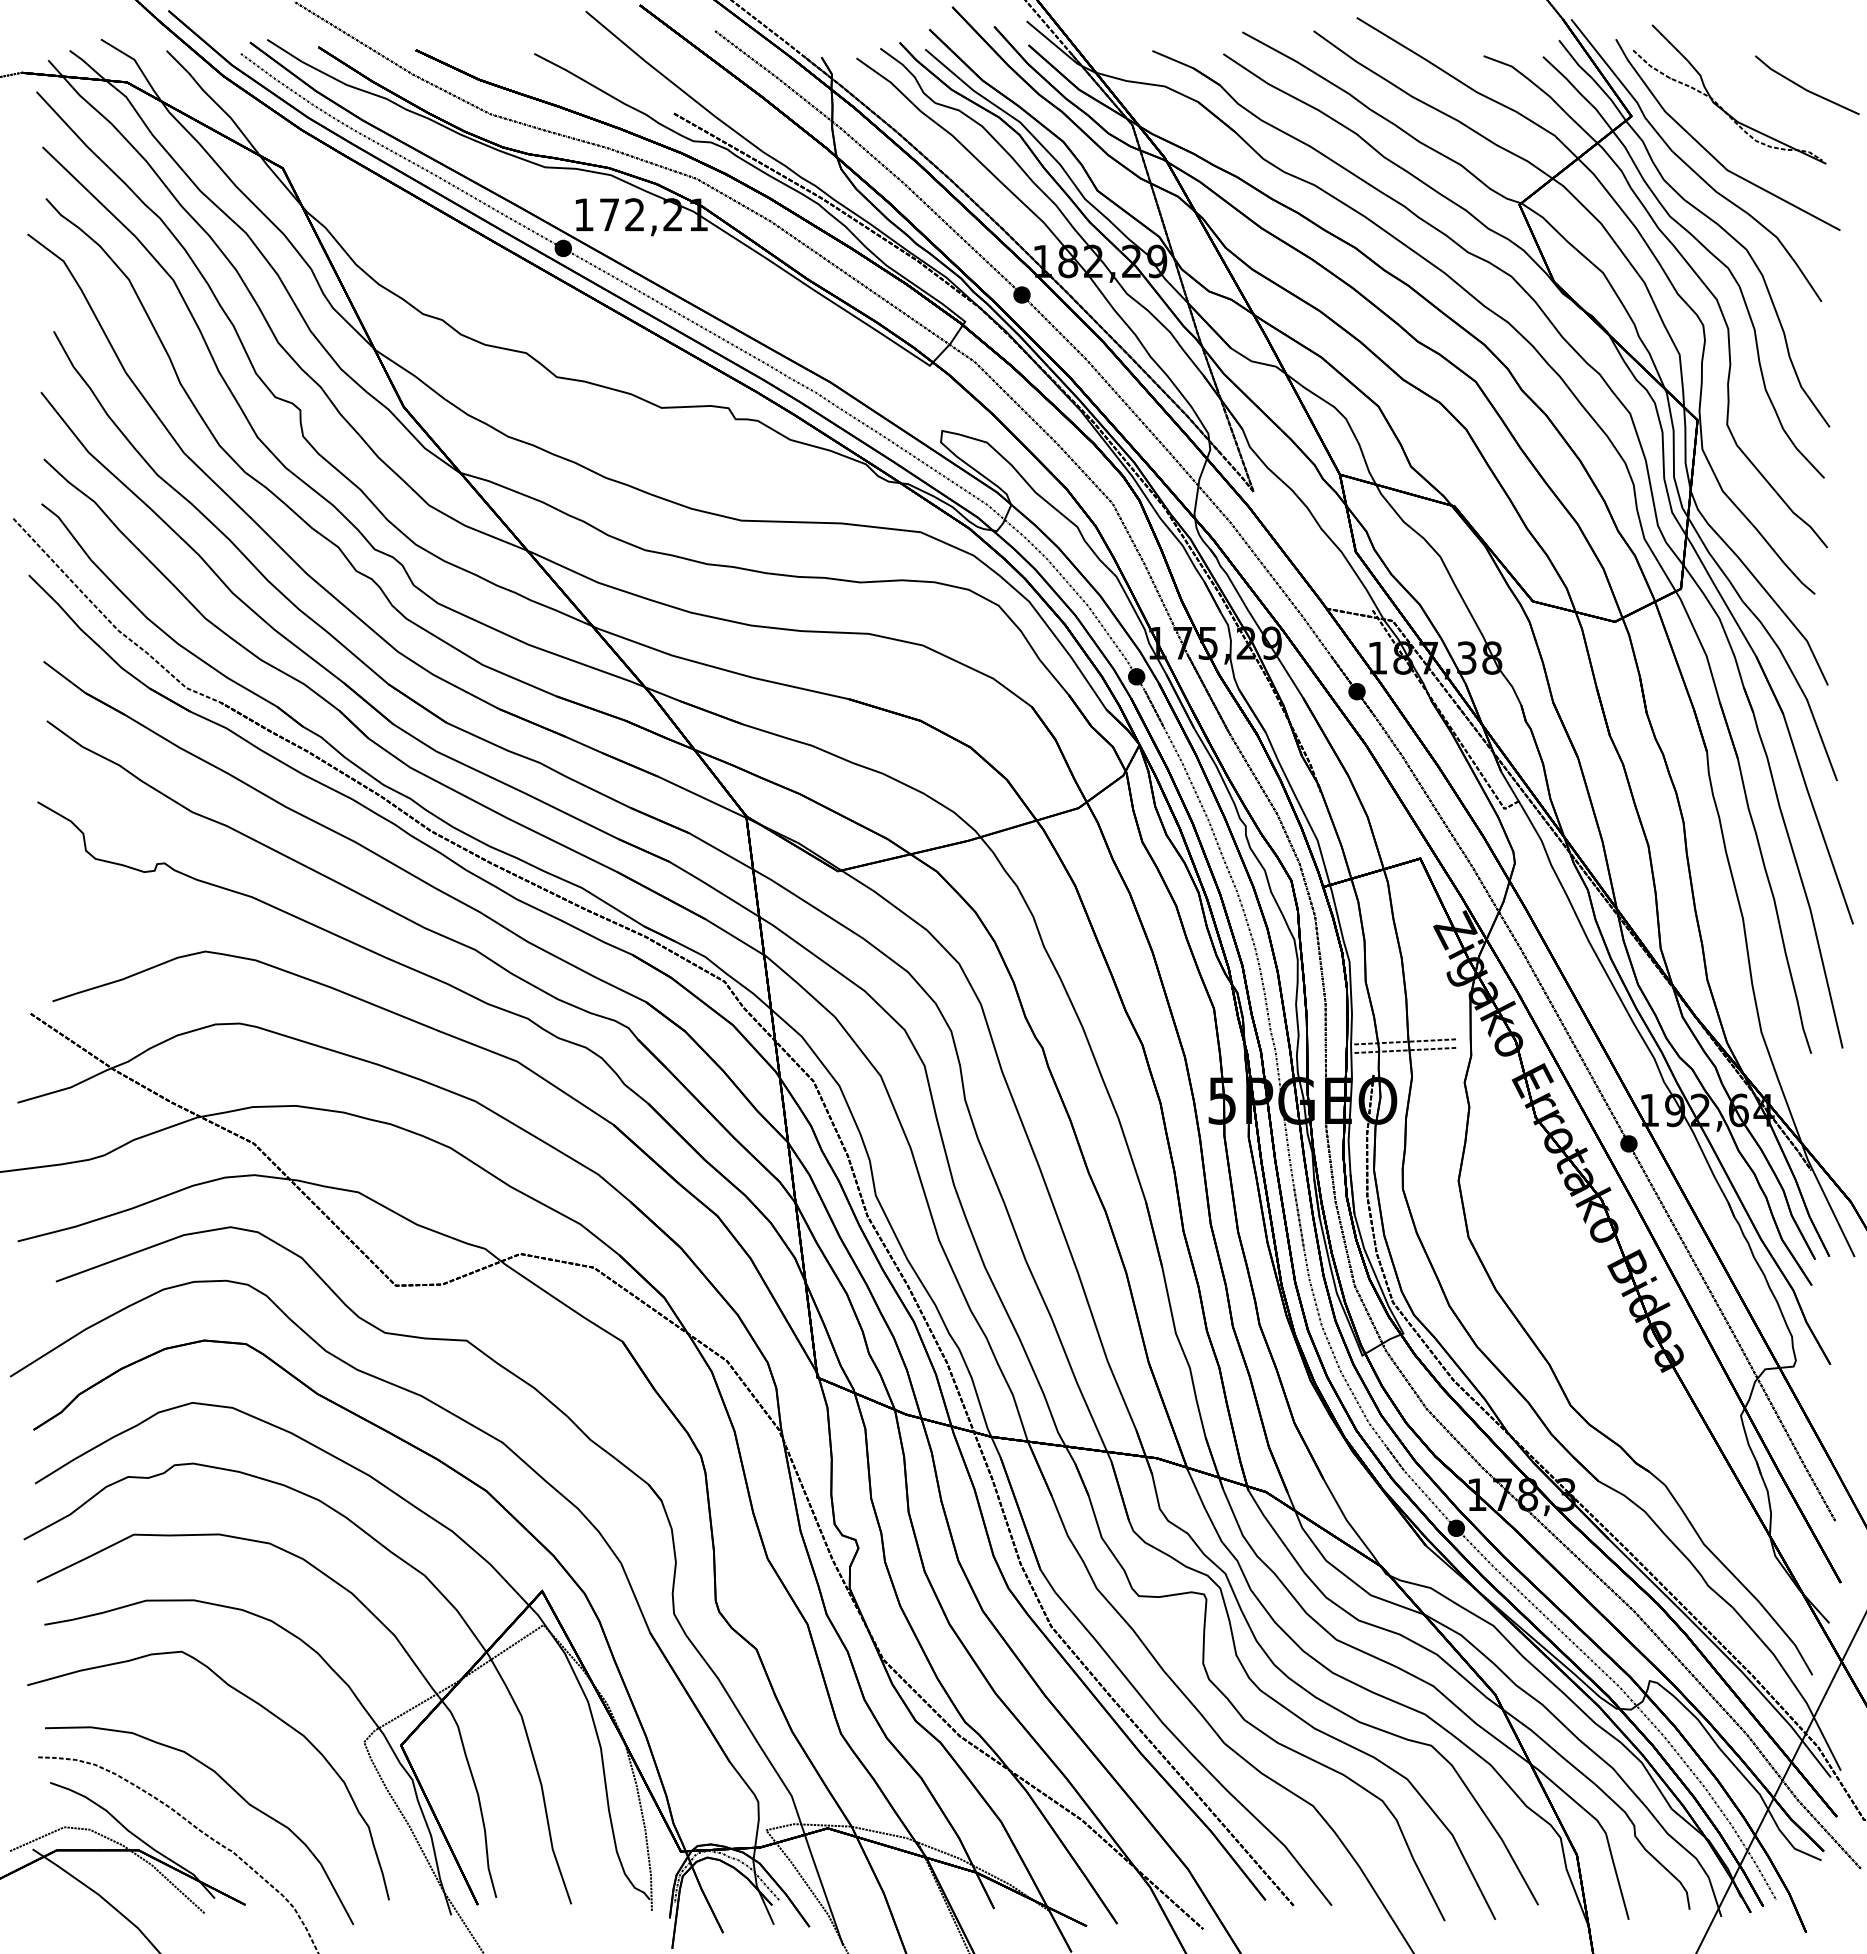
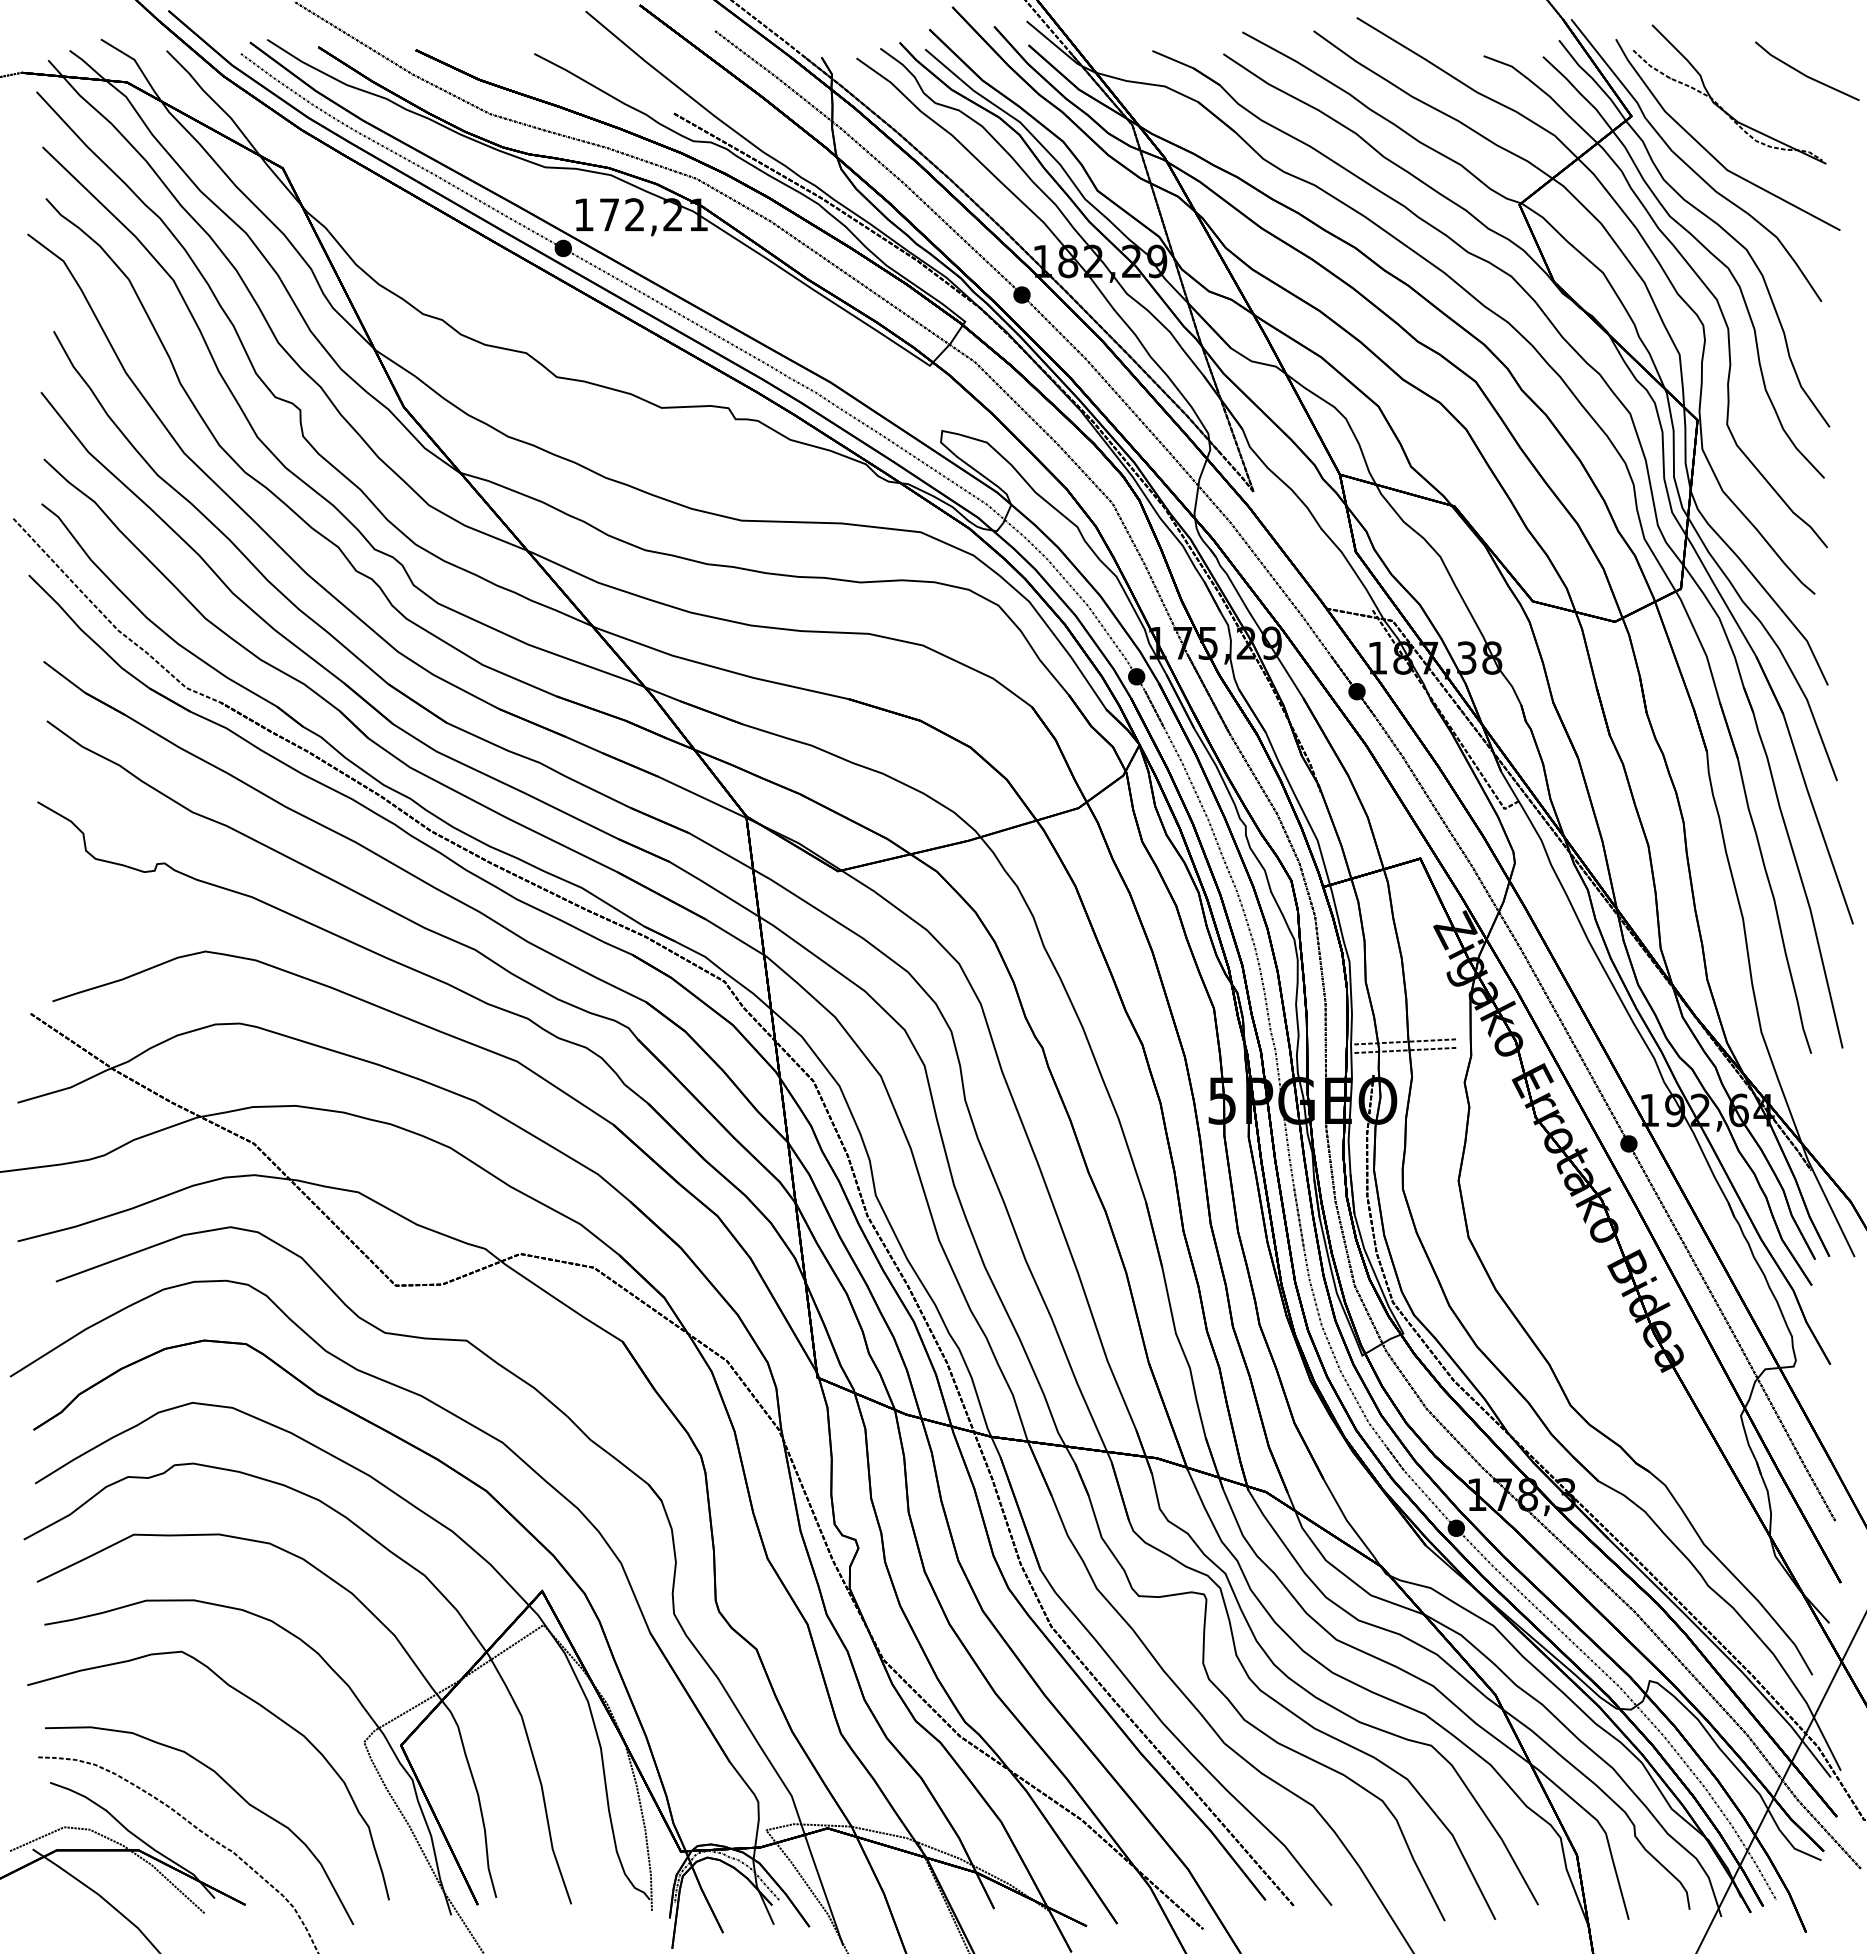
line at (1804, 87) position: (1804, 87) -> (1804, 73)
